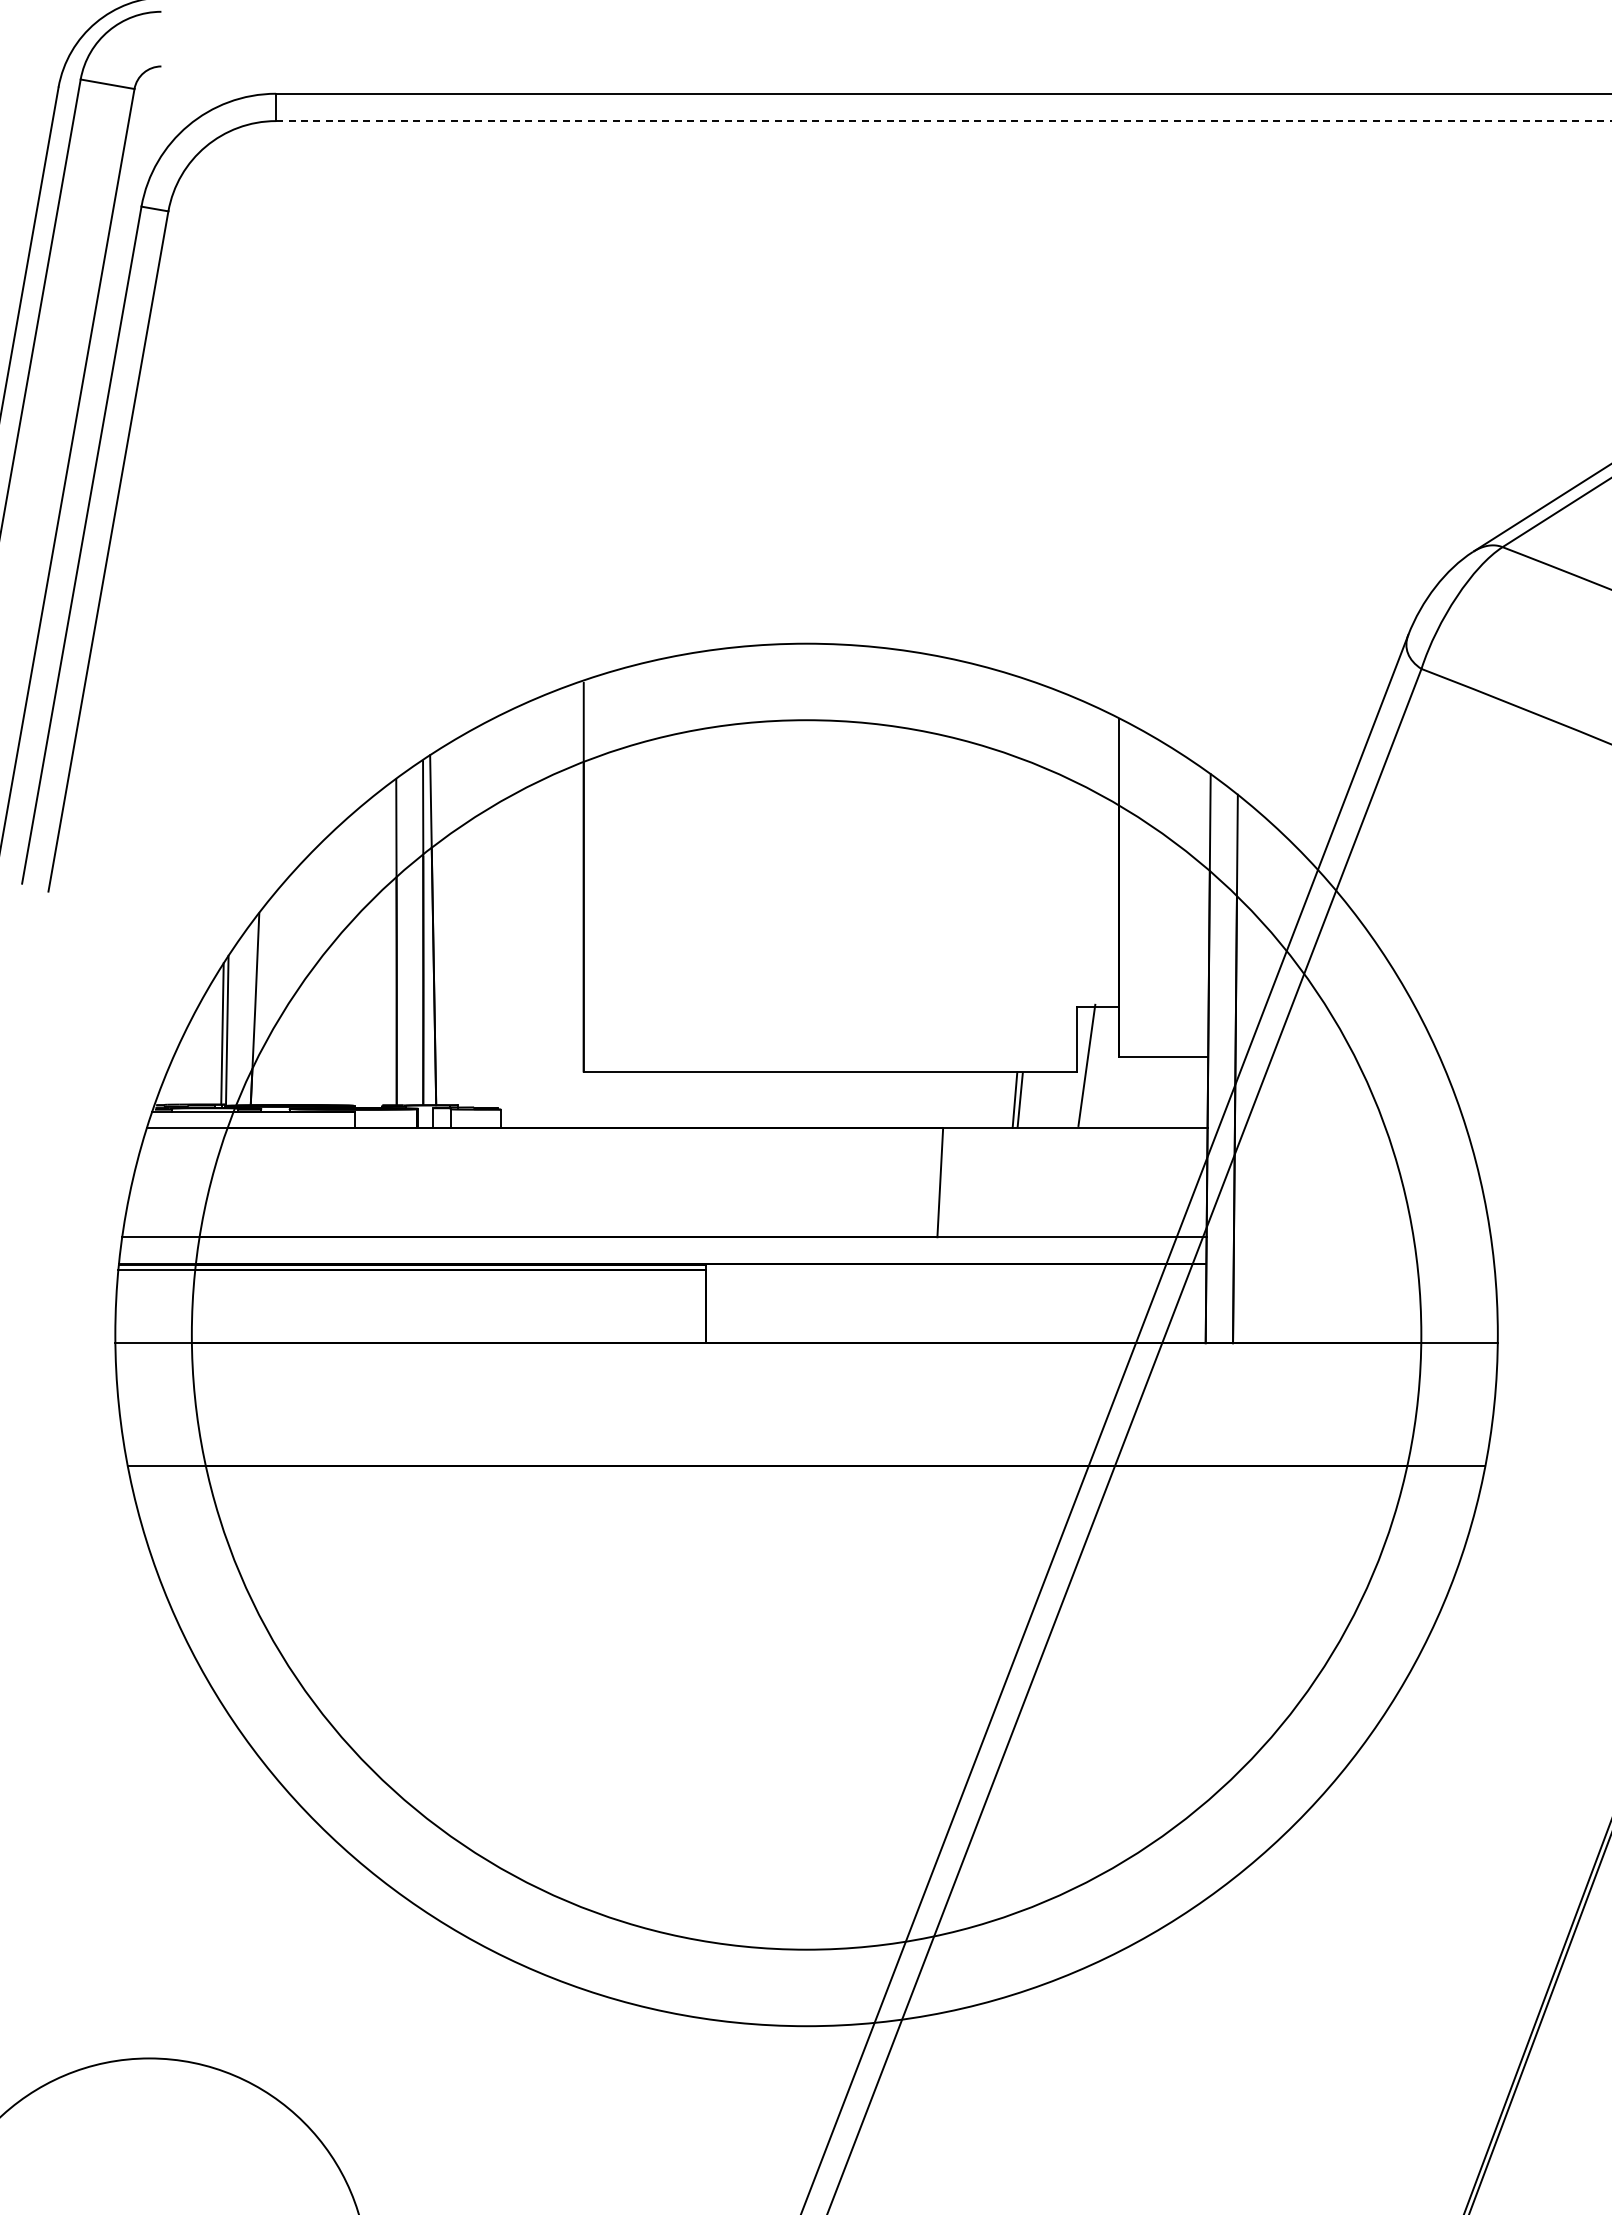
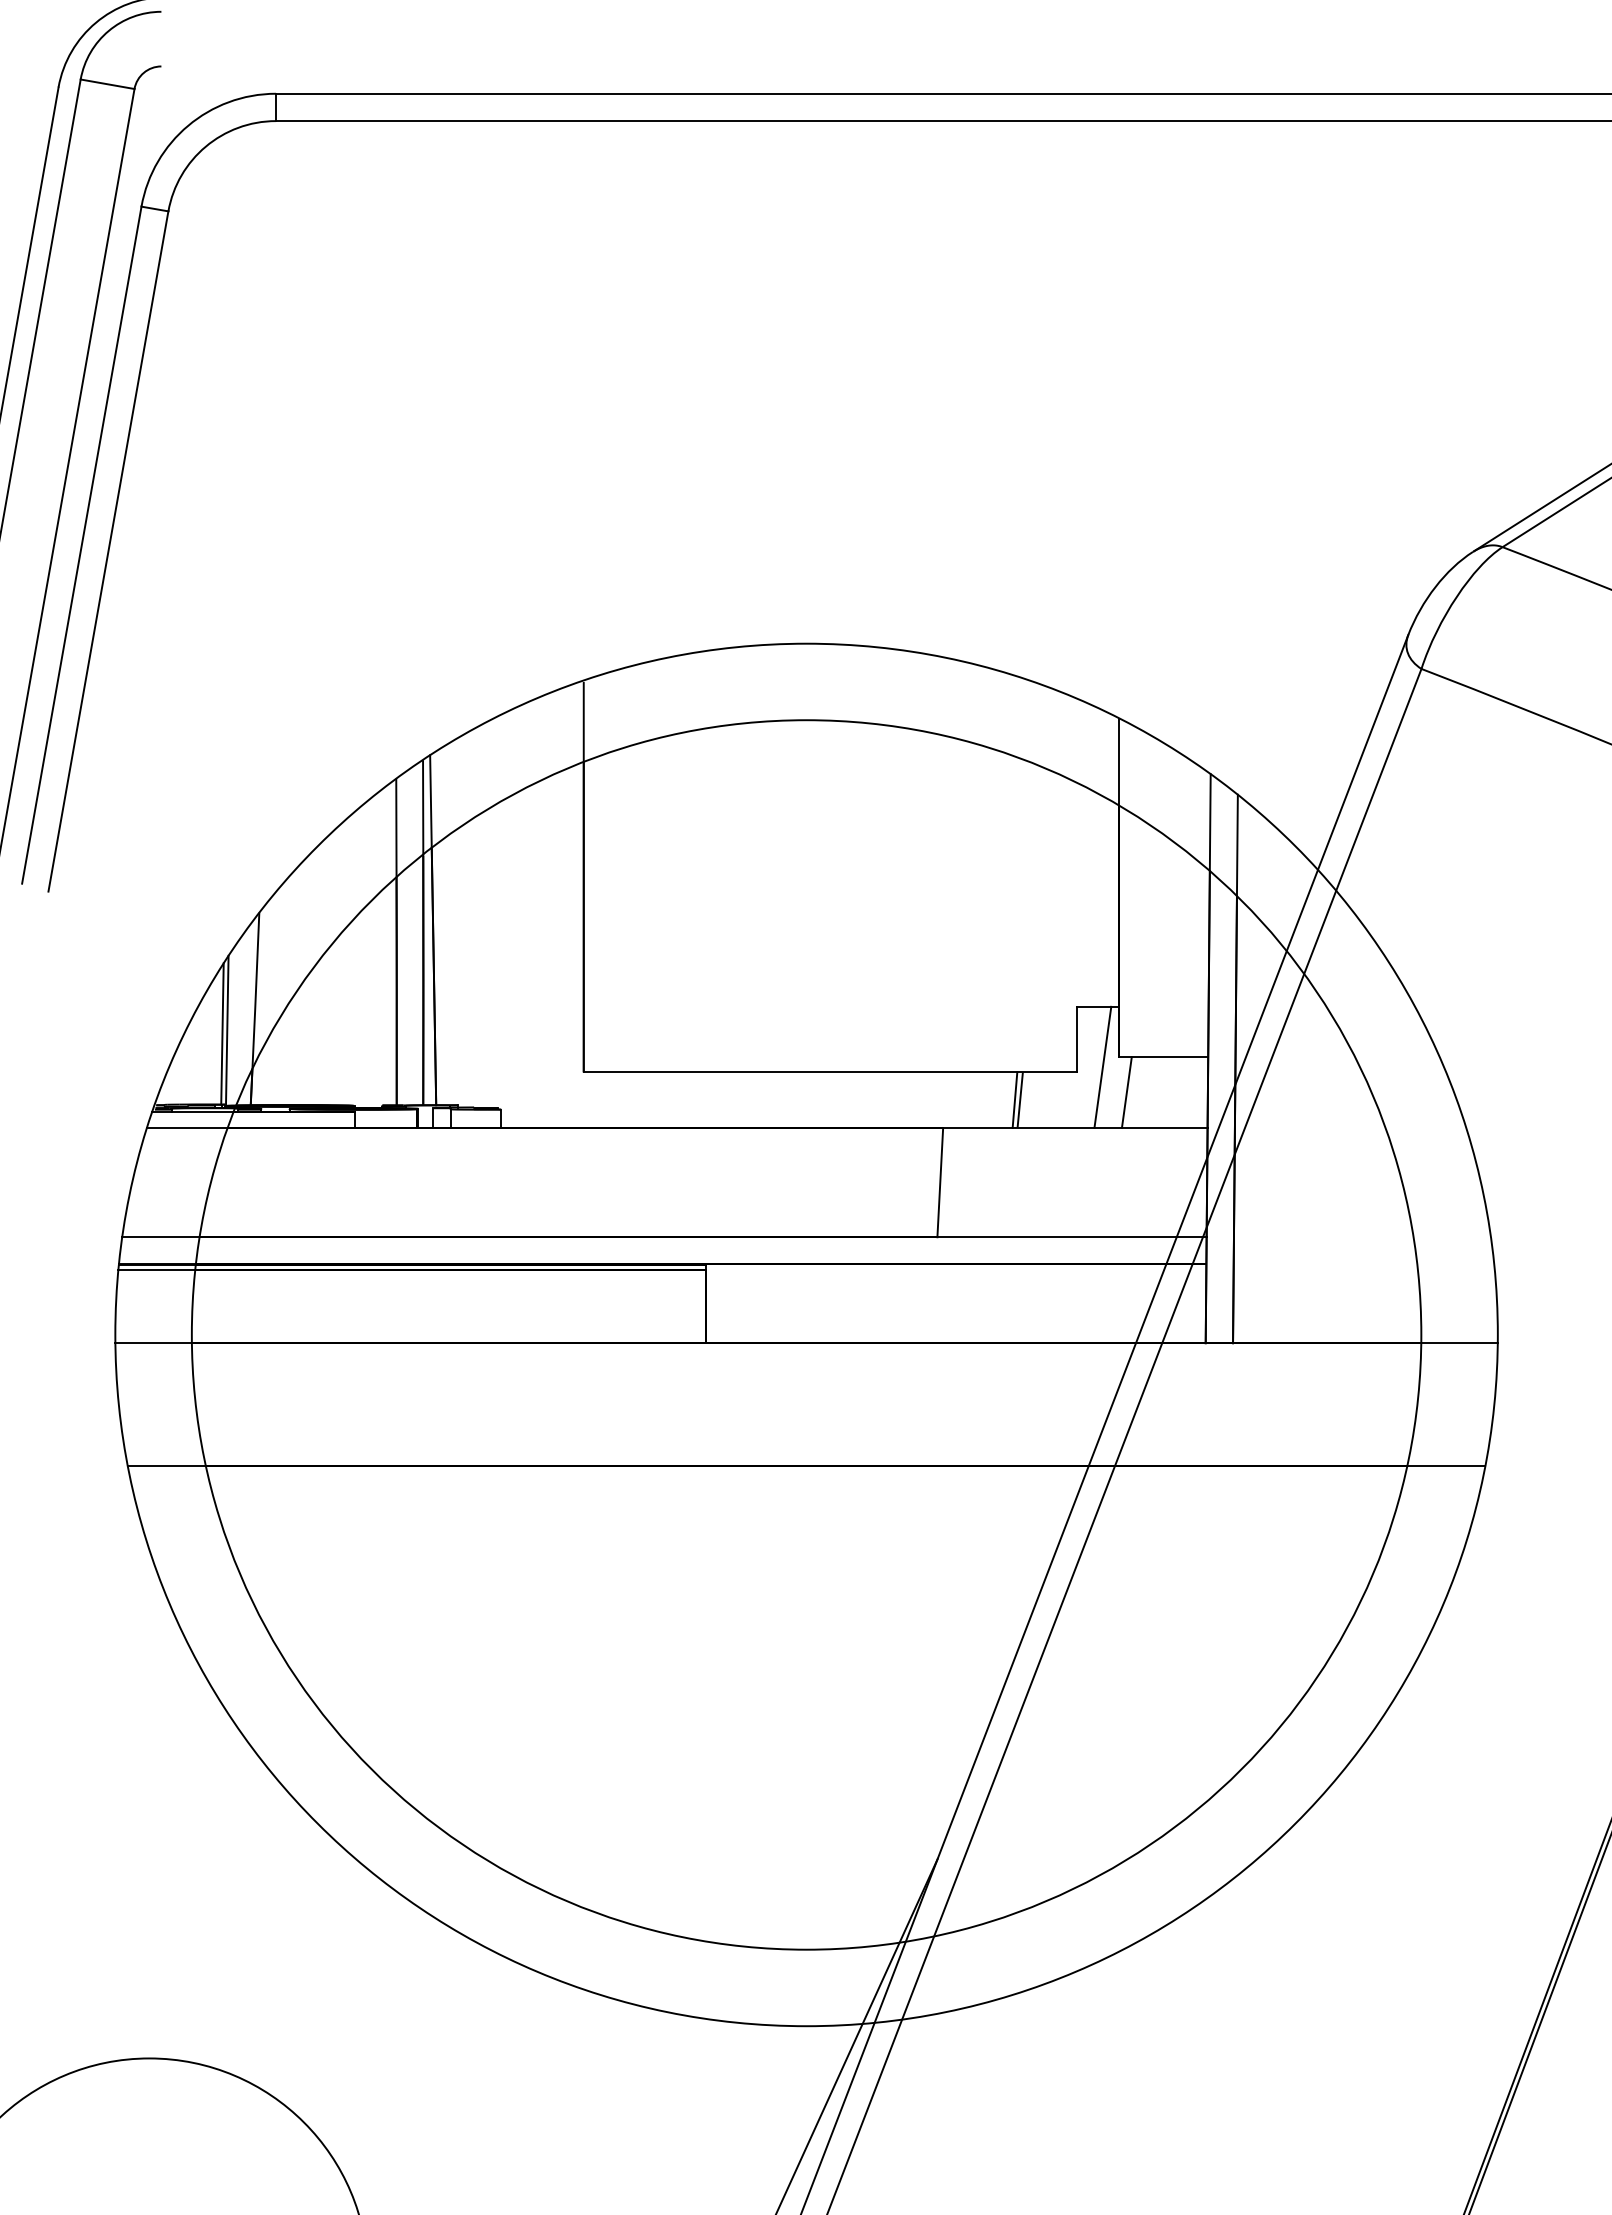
line at (944, 121): dashed -> solid
line at (1086, 1064) position: (1086, 1064) -> (1102, 1066)
line at (1126, 1092): none -> present
line at (857, 2034): none -> present
